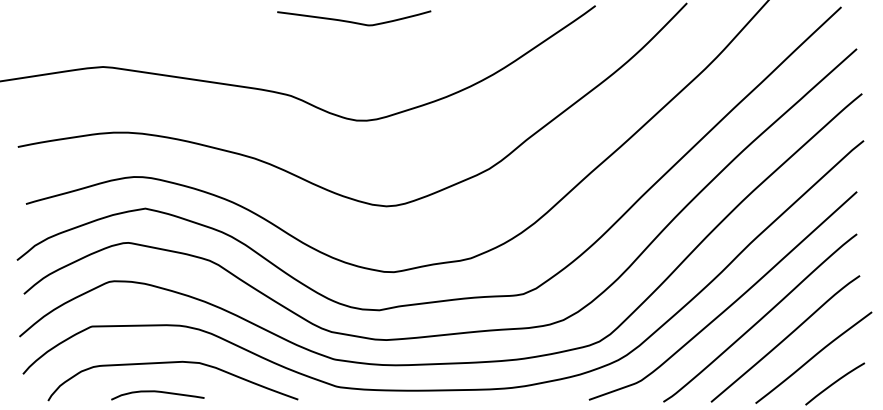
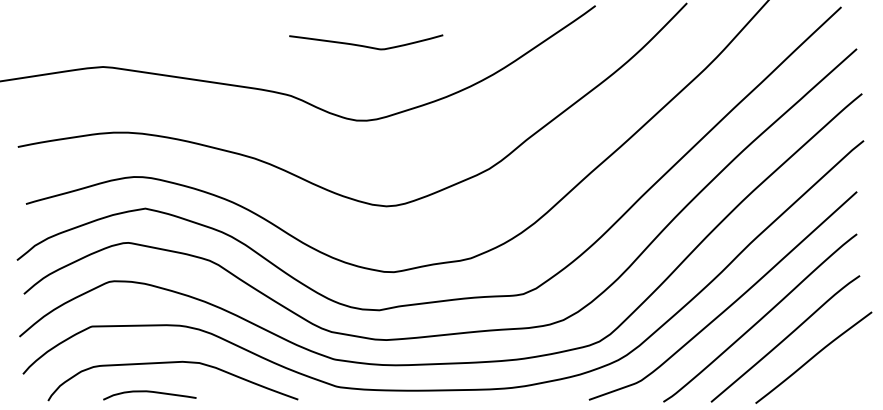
curve at (354, 21) position: (354, 21) -> (366, 45)
curve at (835, 383): present -> none
curve at (157, 392) position: (157, 392) -> (149, 392)
